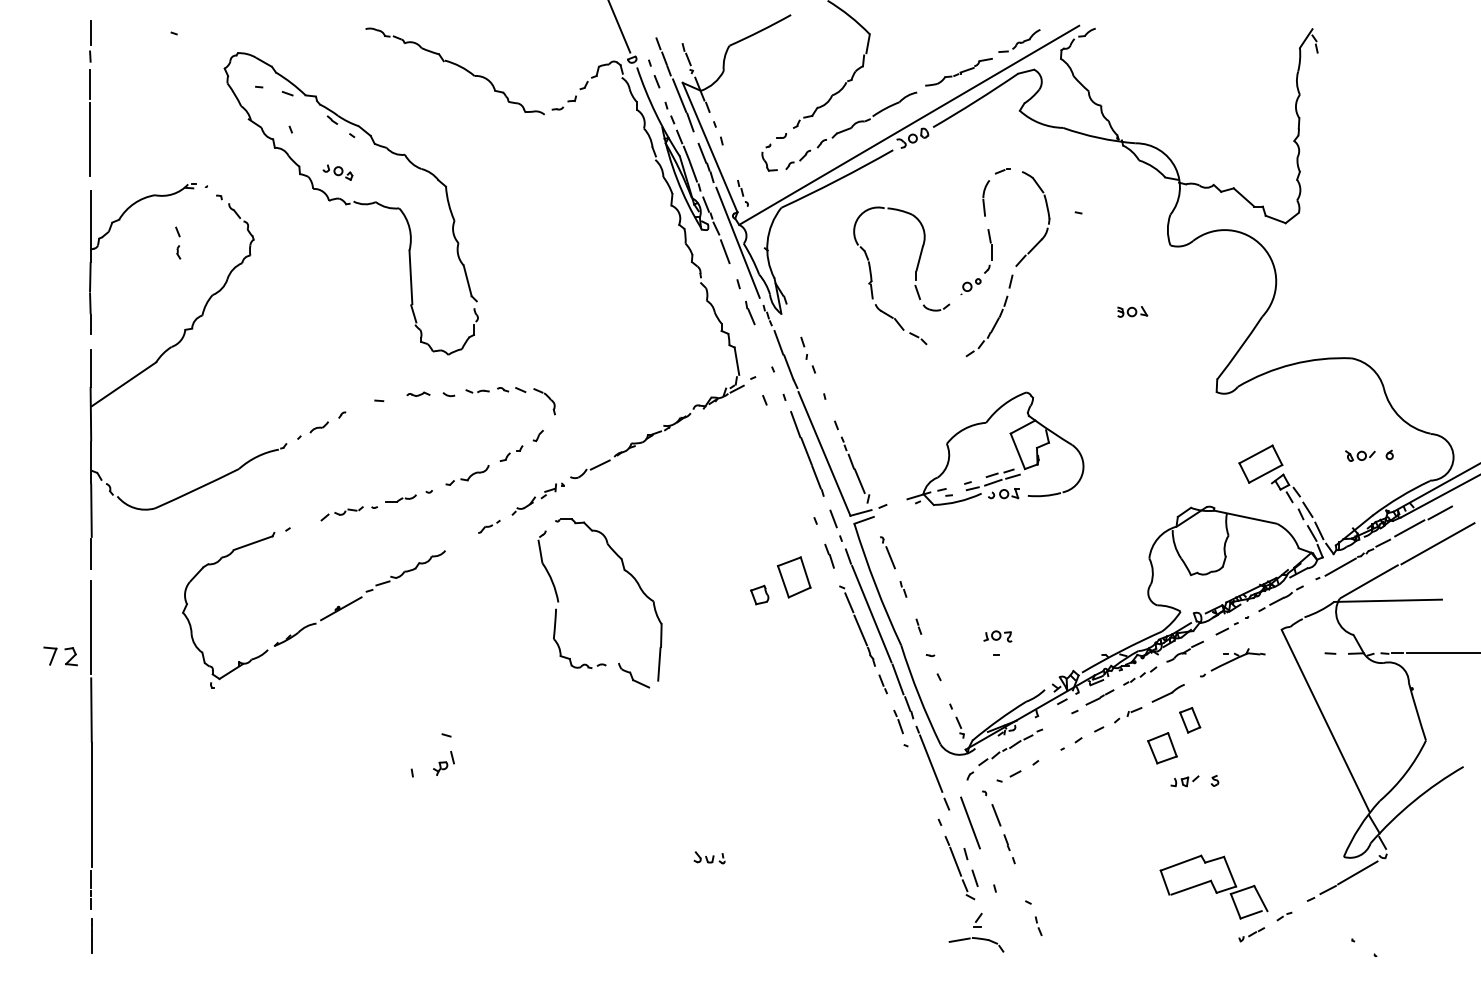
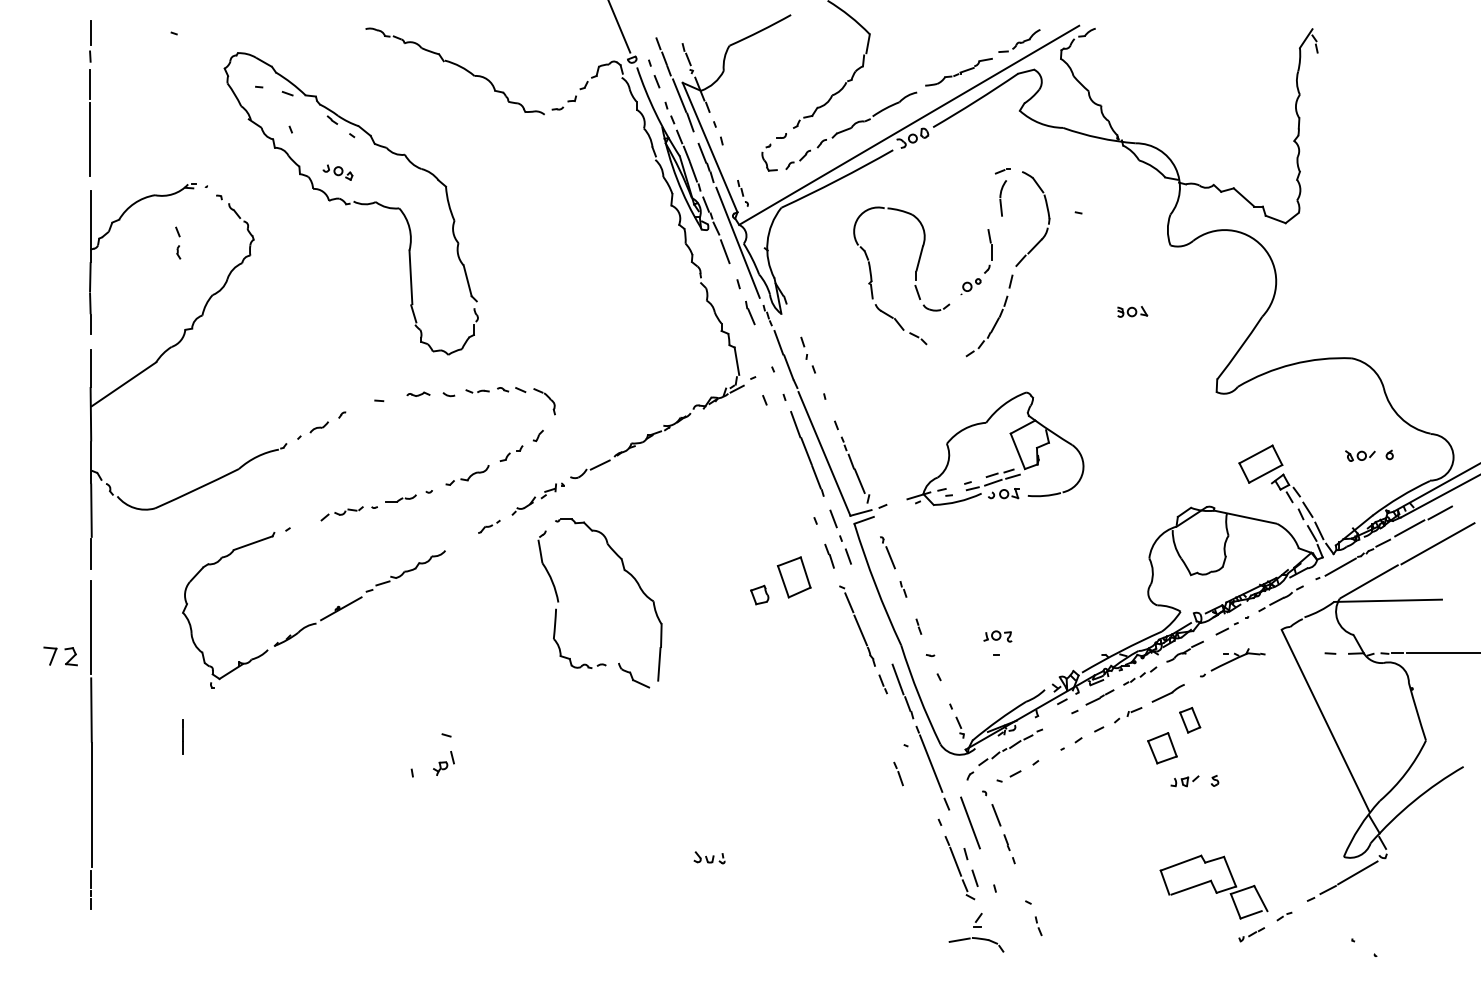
part at (985, 198) position: (985, 198) -> (1002, 198)
line at (871, 614): present -> none
line at (898, 721) position: (898, 721) -> (898, 773)
line at (91, 935) position: (91, 935) -> (182, 736)
